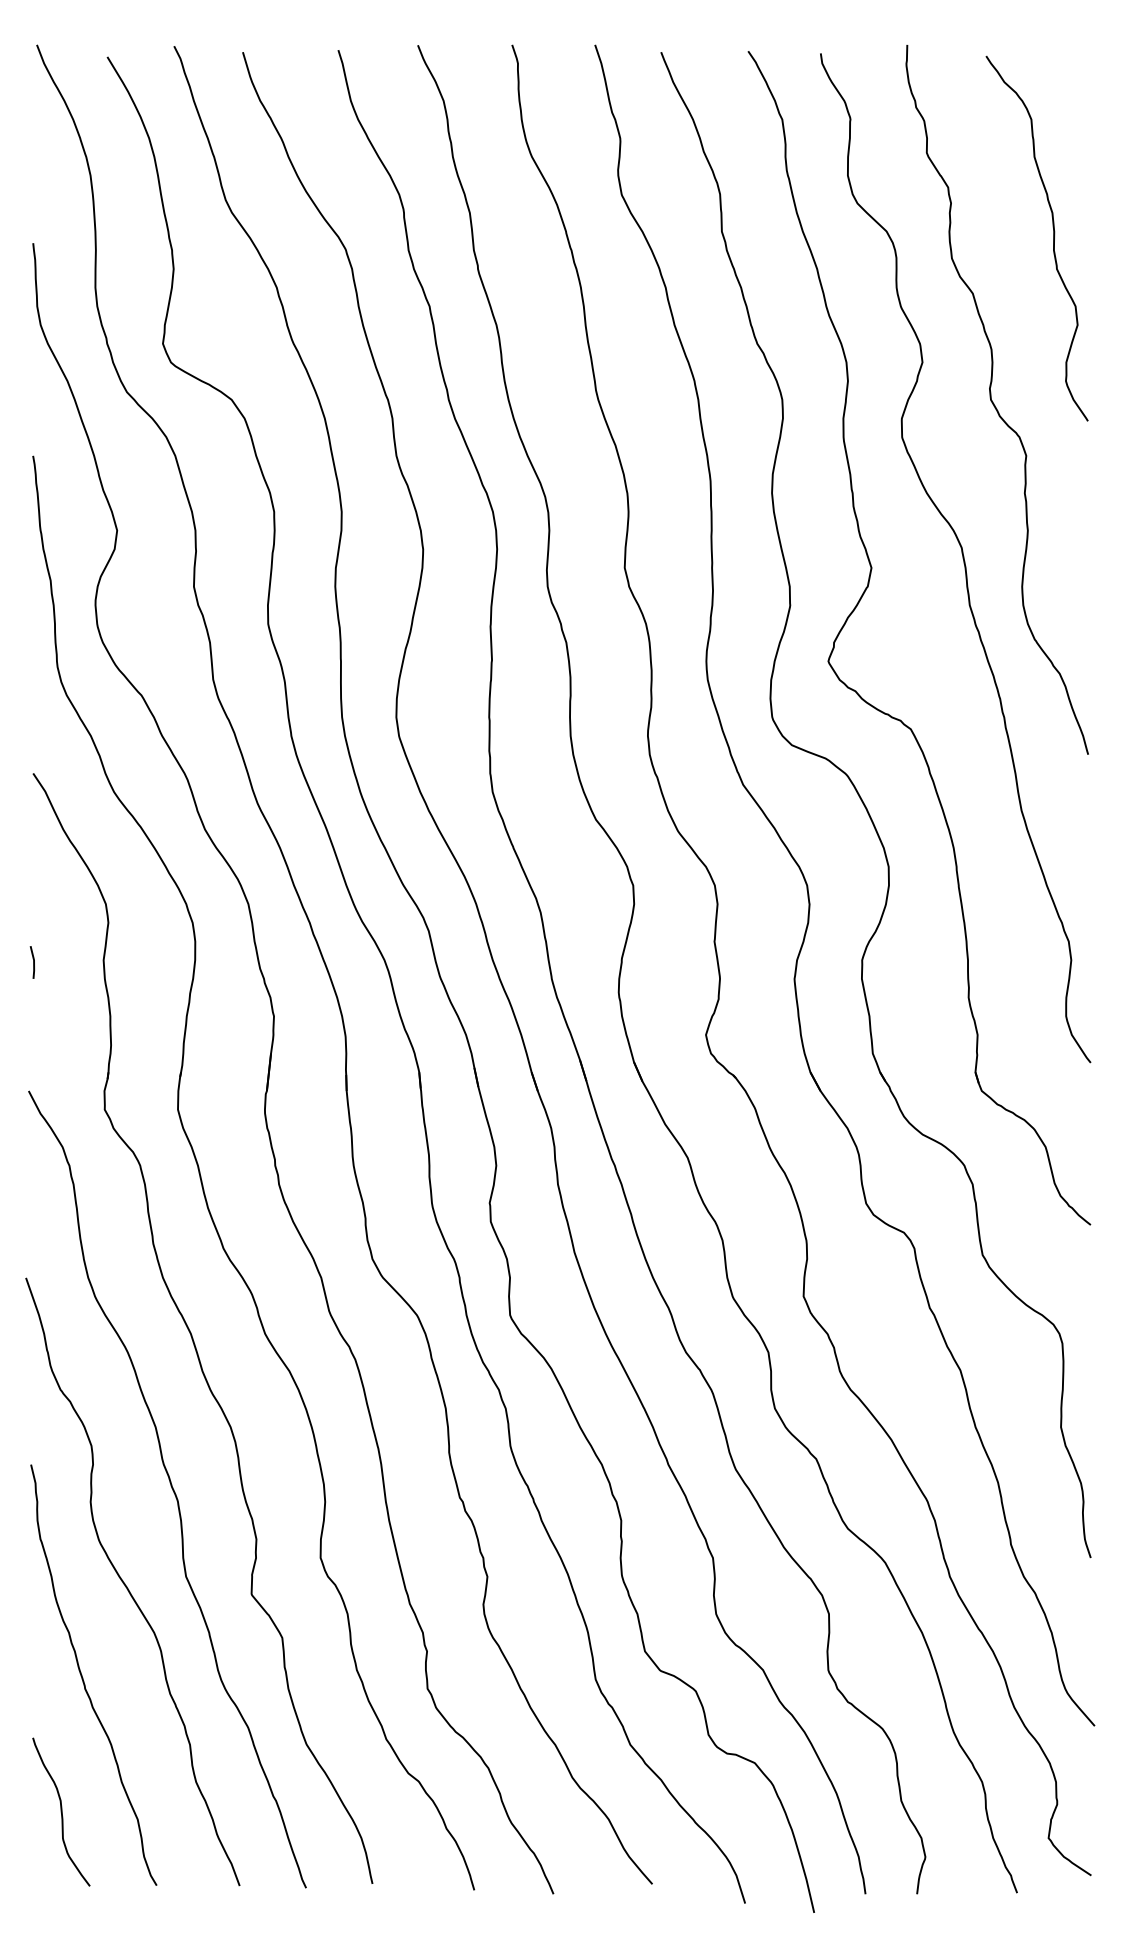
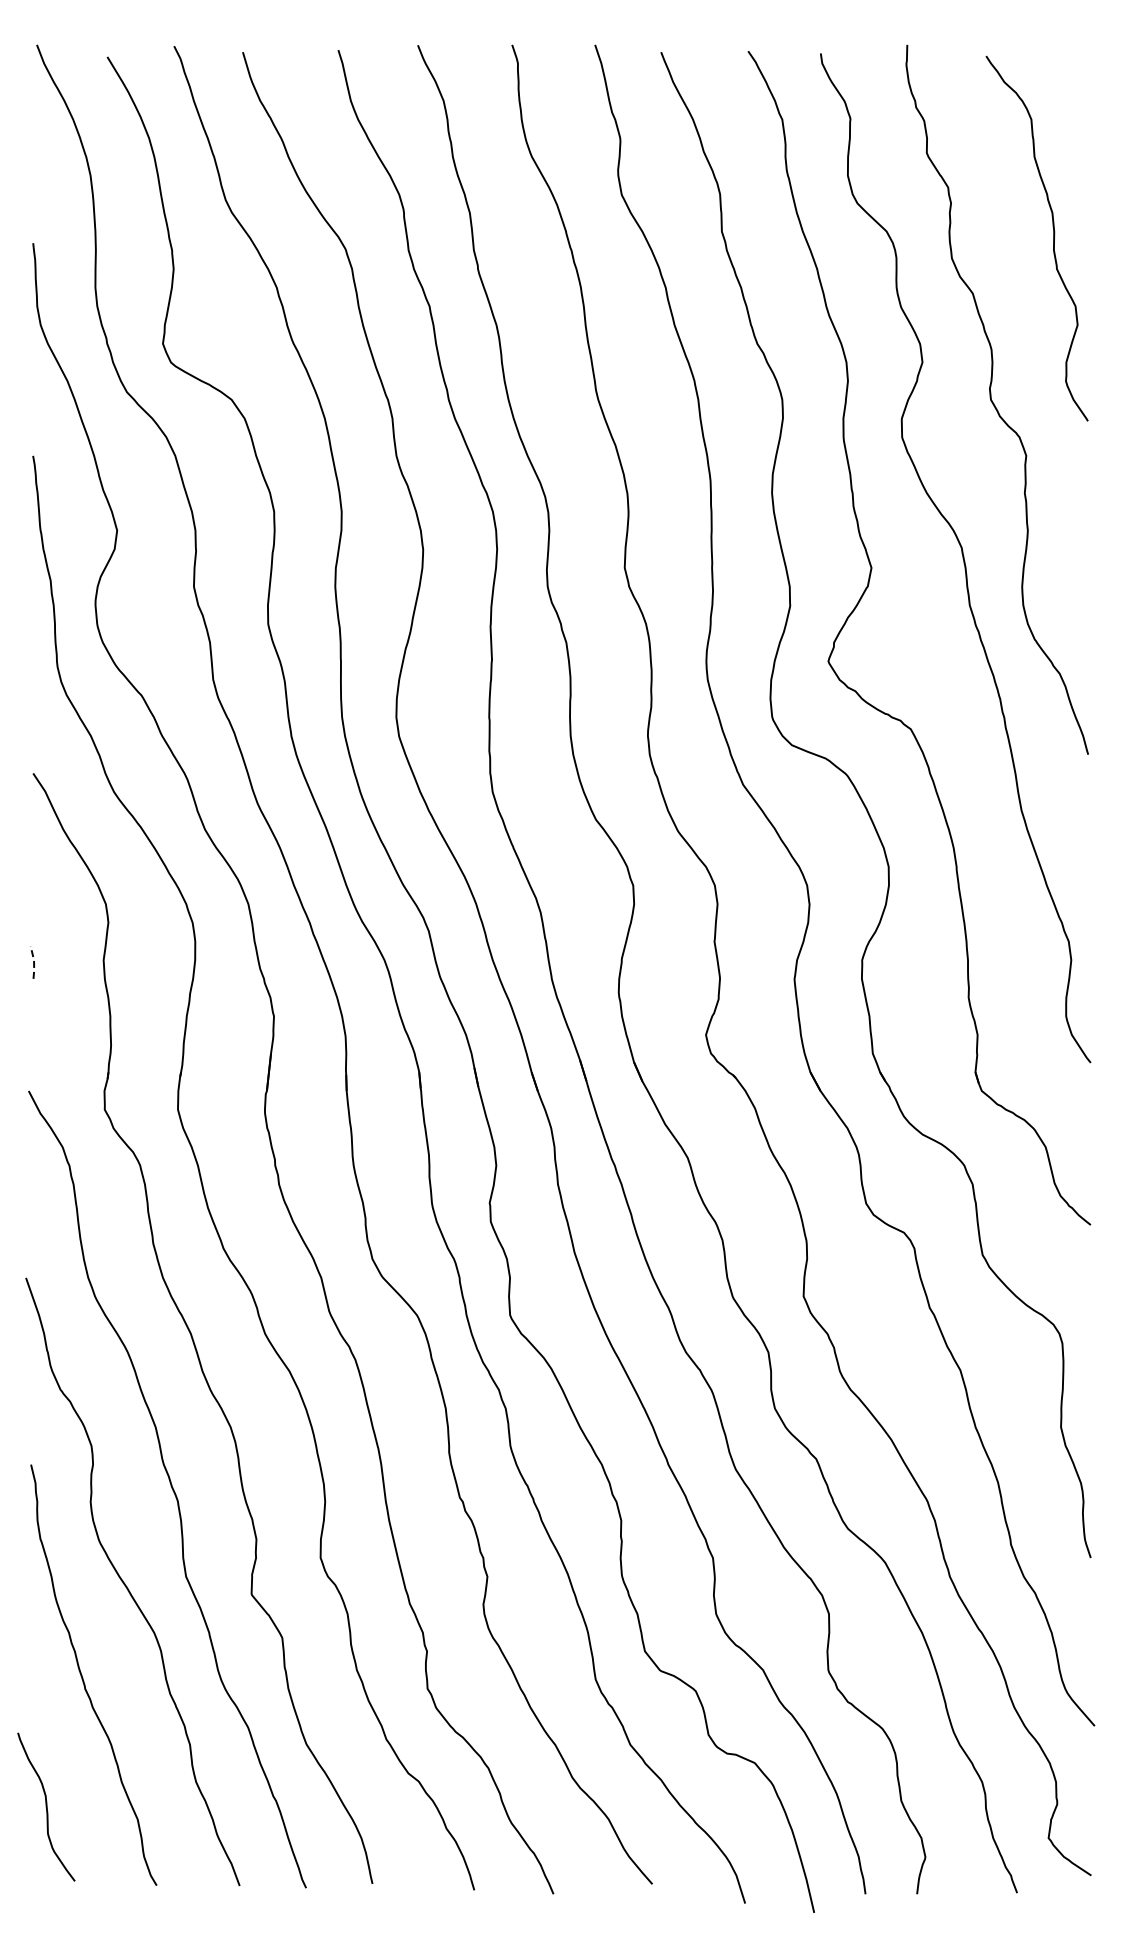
line at (34, 962): solid -> dashed
curve at (61, 1811) position: (61, 1811) -> (46, 1806)
